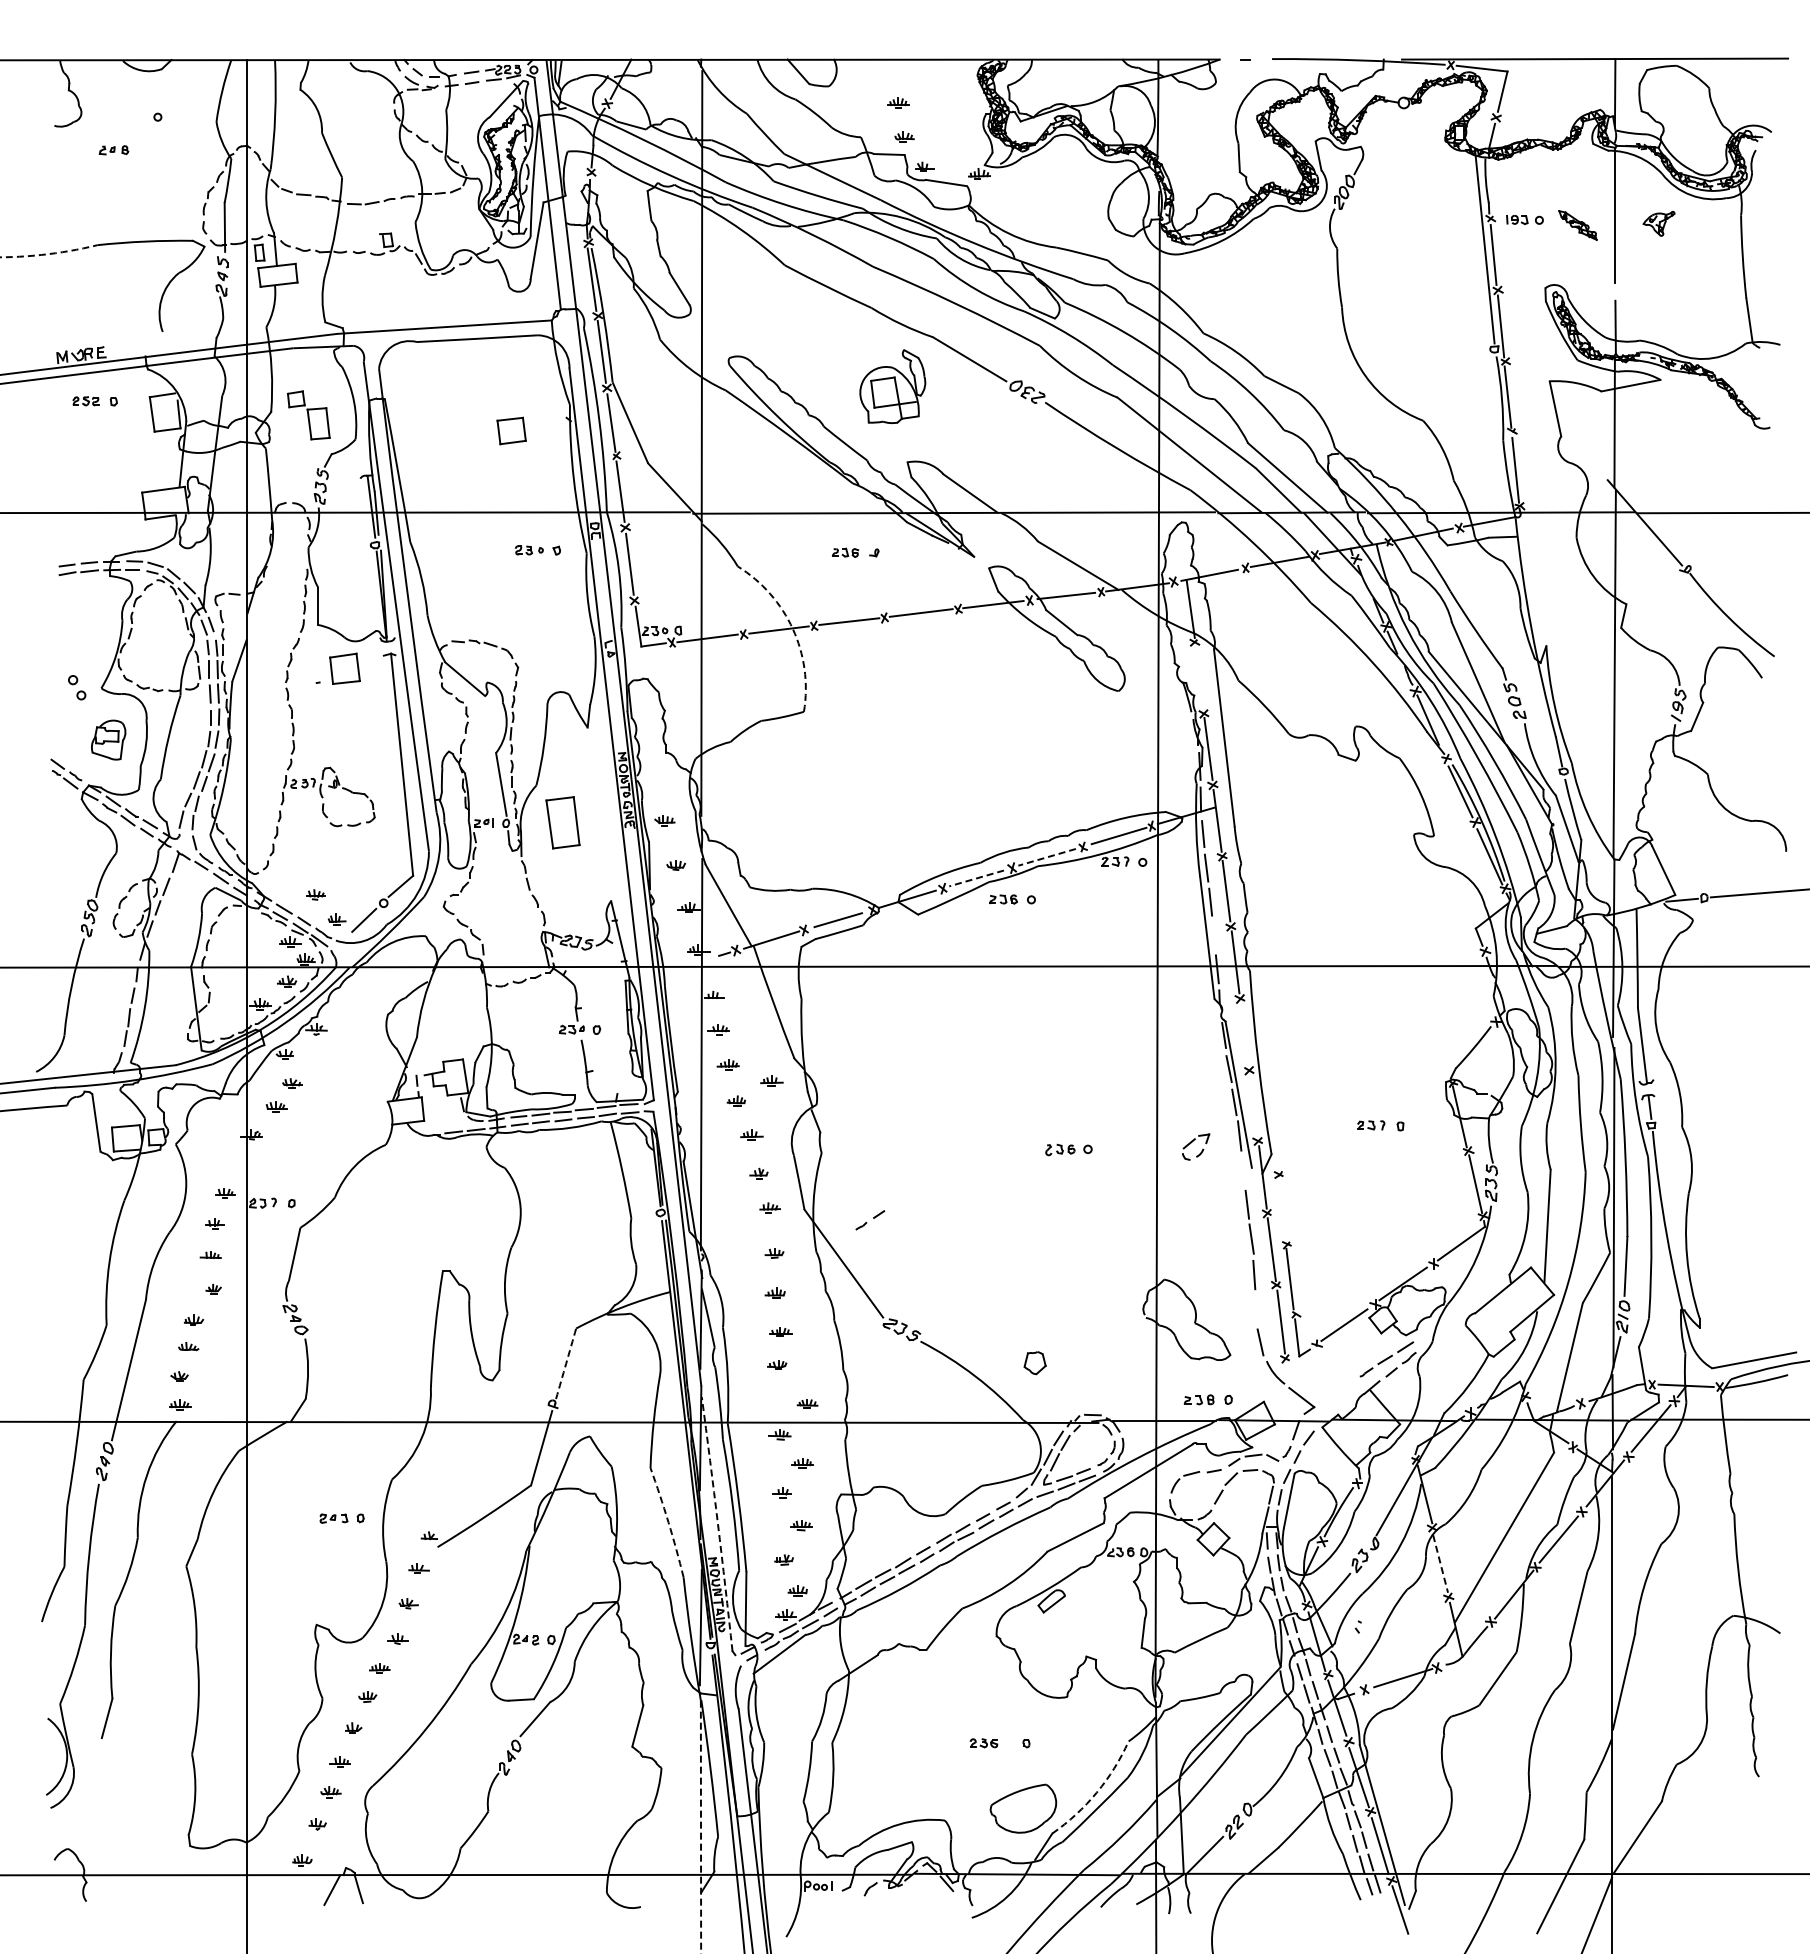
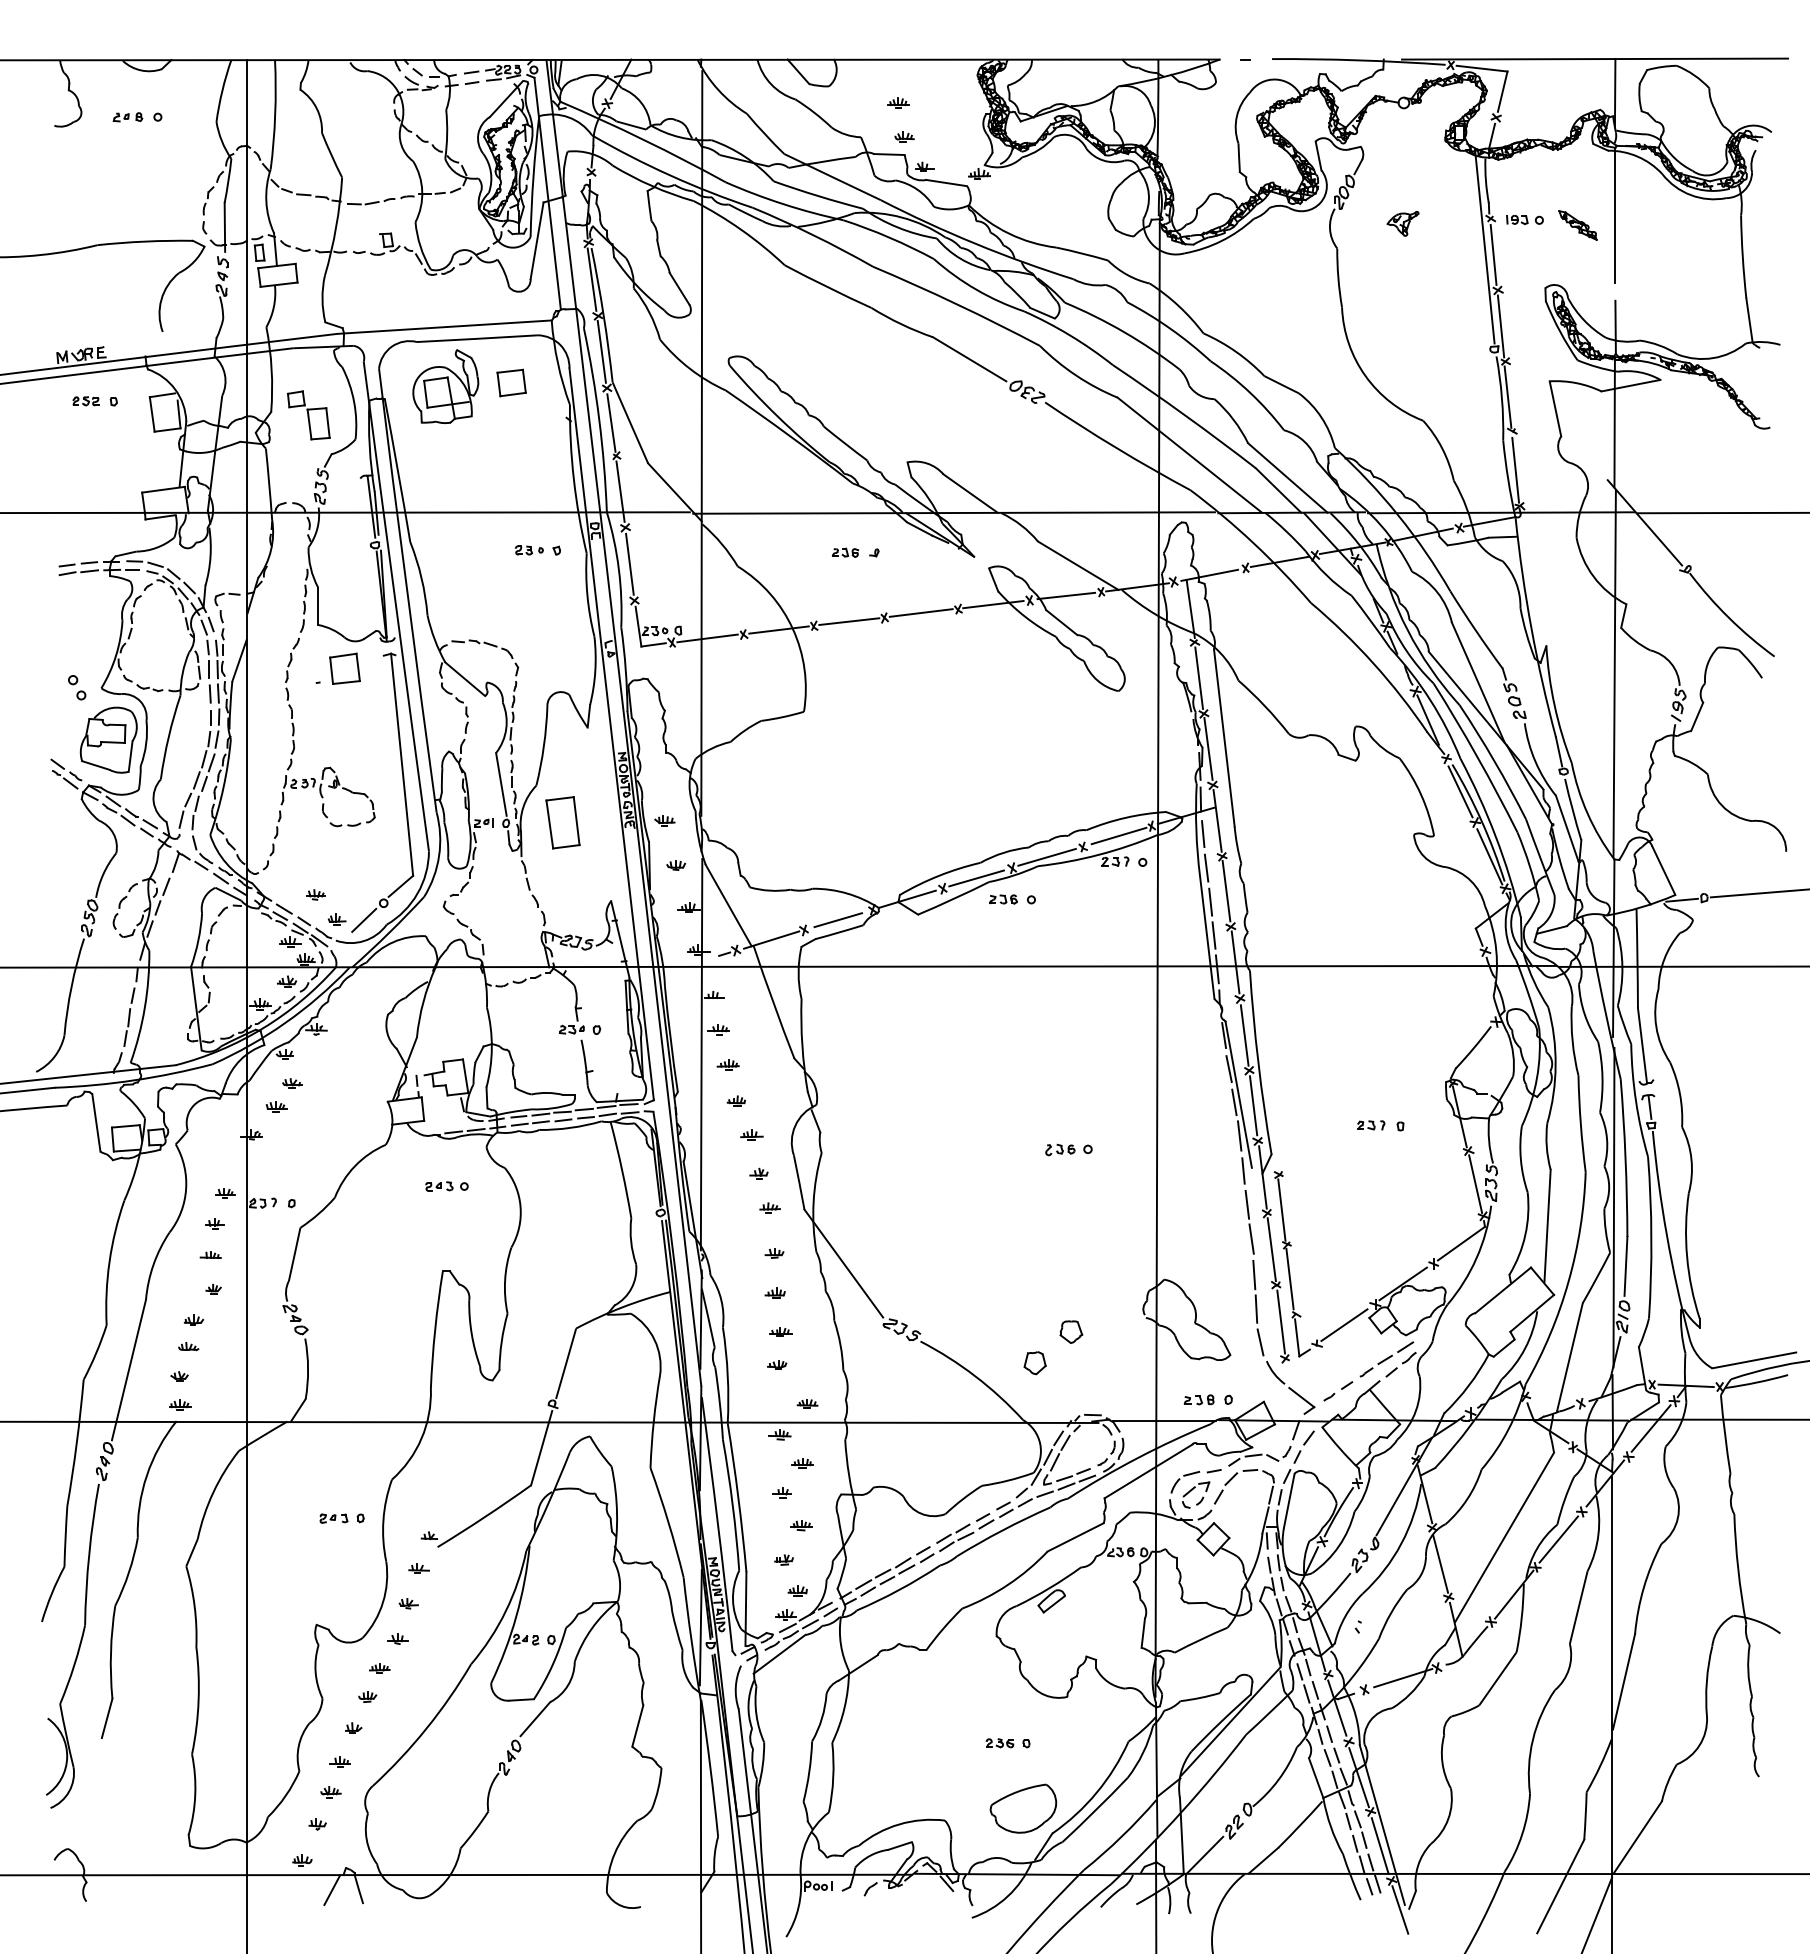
part at (113, 150) position: (113, 150) -> (127, 117)
part at (1658, 223) position: (1658, 223) -> (1402, 223)
arc at (49, 253): dashed -> solid
part at (892, 386) position: (892, 386) -> (445, 386)
part at (511, 430) position: (511, 430) -> (511, 382)
arc at (792, 629): dashed -> solid
line at (1198, 677): none -> present
part at (108, 739) size: 36x42 px -> 59x68 px
line at (1047, 857): dashed -> solid
line at (976, 878): dashed -> solid
line at (1213, 935): none -> present
line at (1244, 1035): none -> present
part at (771, 1080): present -> none
line at (1253, 1105): none -> present
part at (1196, 1146) position: (1196, 1146) -> (1196, 1494)
line at (1243, 1170): none -> present
part at (446, 1186): none -> present
line at (1281, 1209): none -> present
part at (870, 1220) position: (870, 1220) -> (1338, 1391)
line at (1256, 1308): none -> present
part at (1071, 1331): none -> present
arc at (566, 1363): dashed -> solid
arc at (668, 1522): dashed -> solid
arc at (717, 1524): dashed -> solid
line at (1440, 1563): dashed -> solid
part at (983, 1743) position: (983, 1743) -> (999, 1743)
arc at (1096, 1792): dashed -> solid
line at (701, 1827): dashed -> solid
